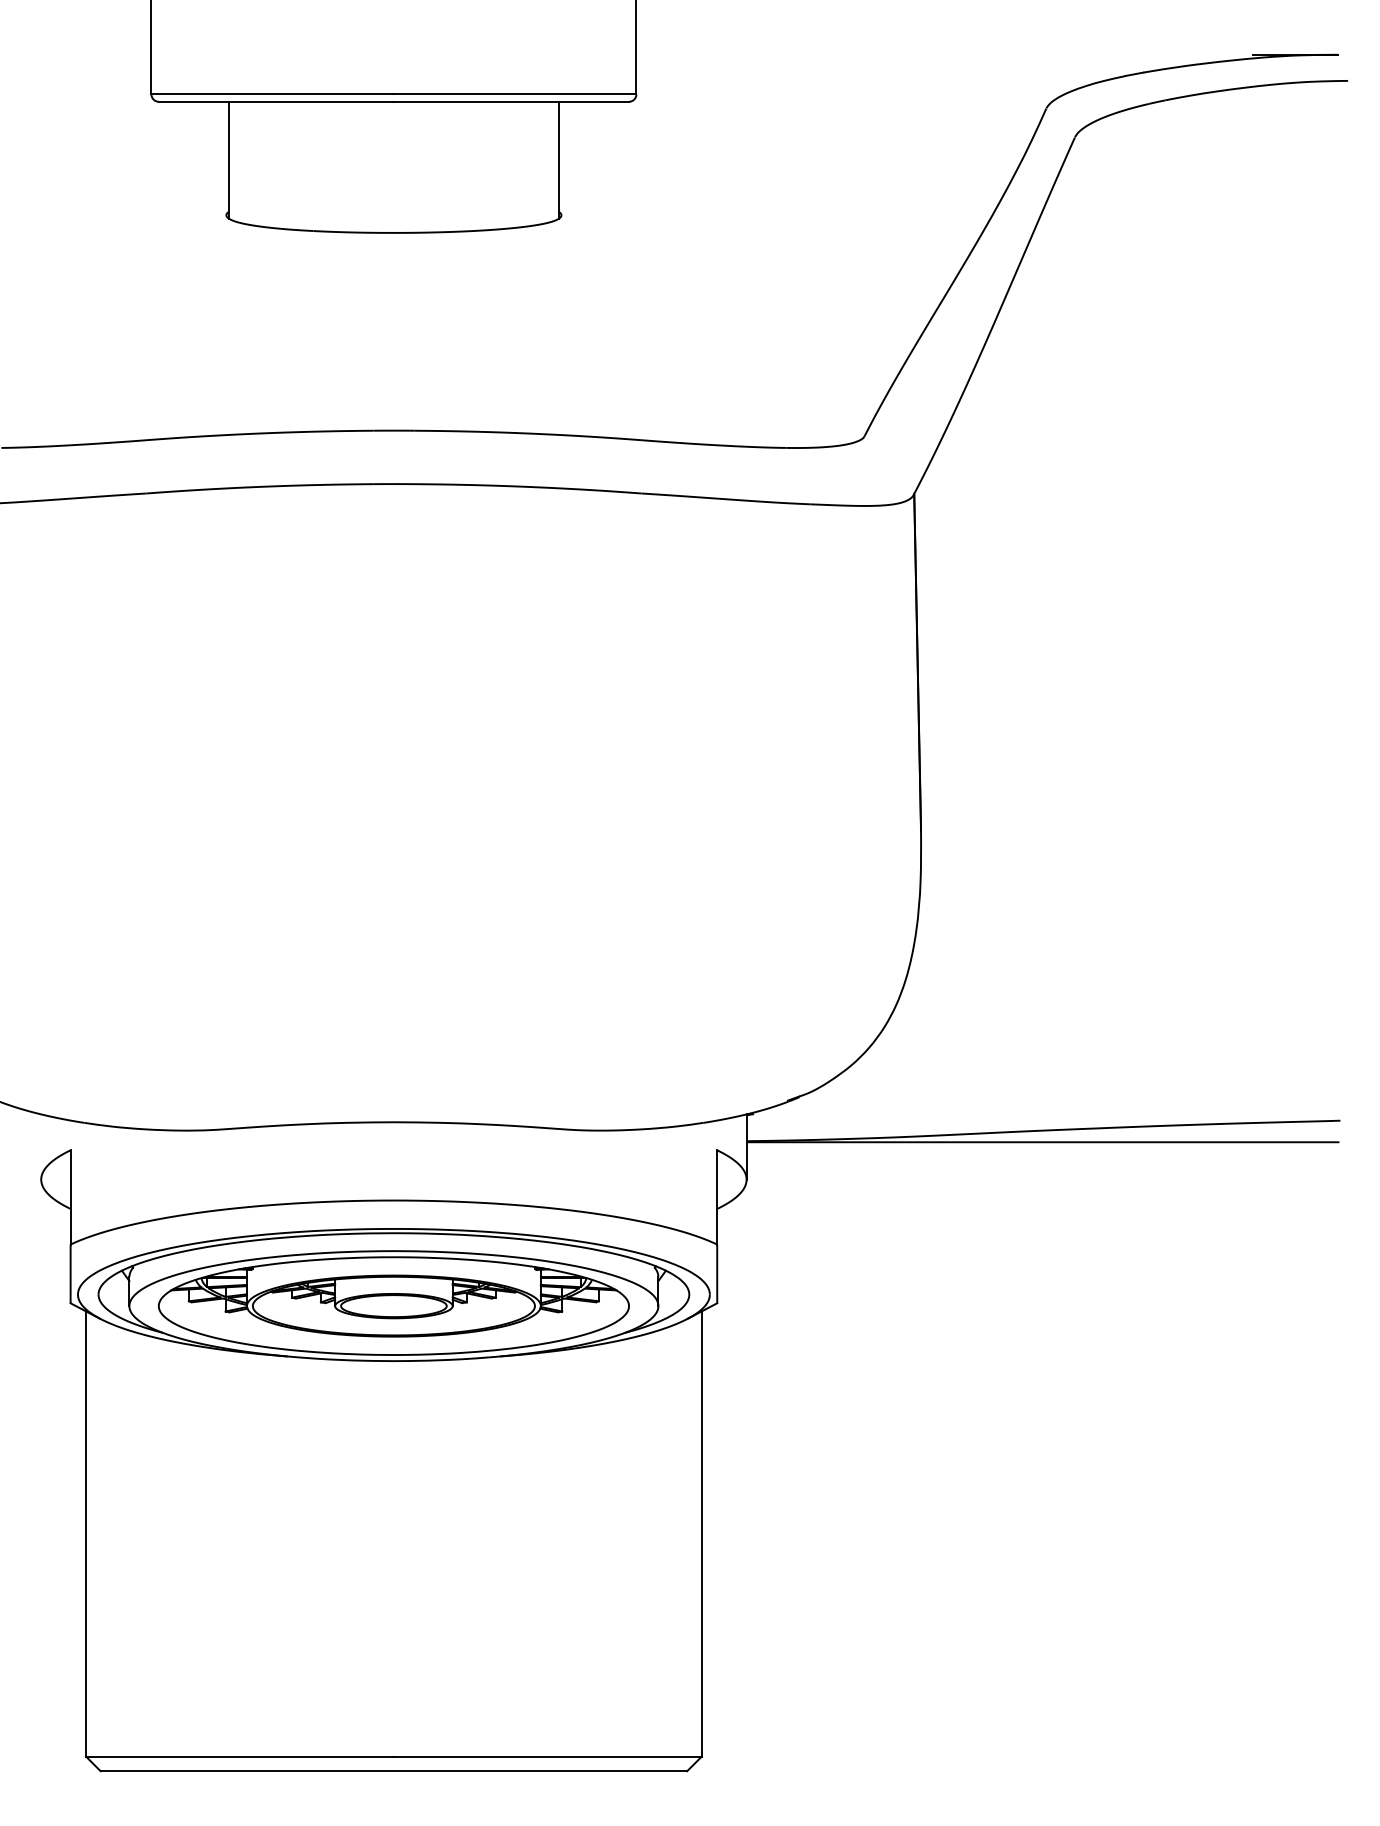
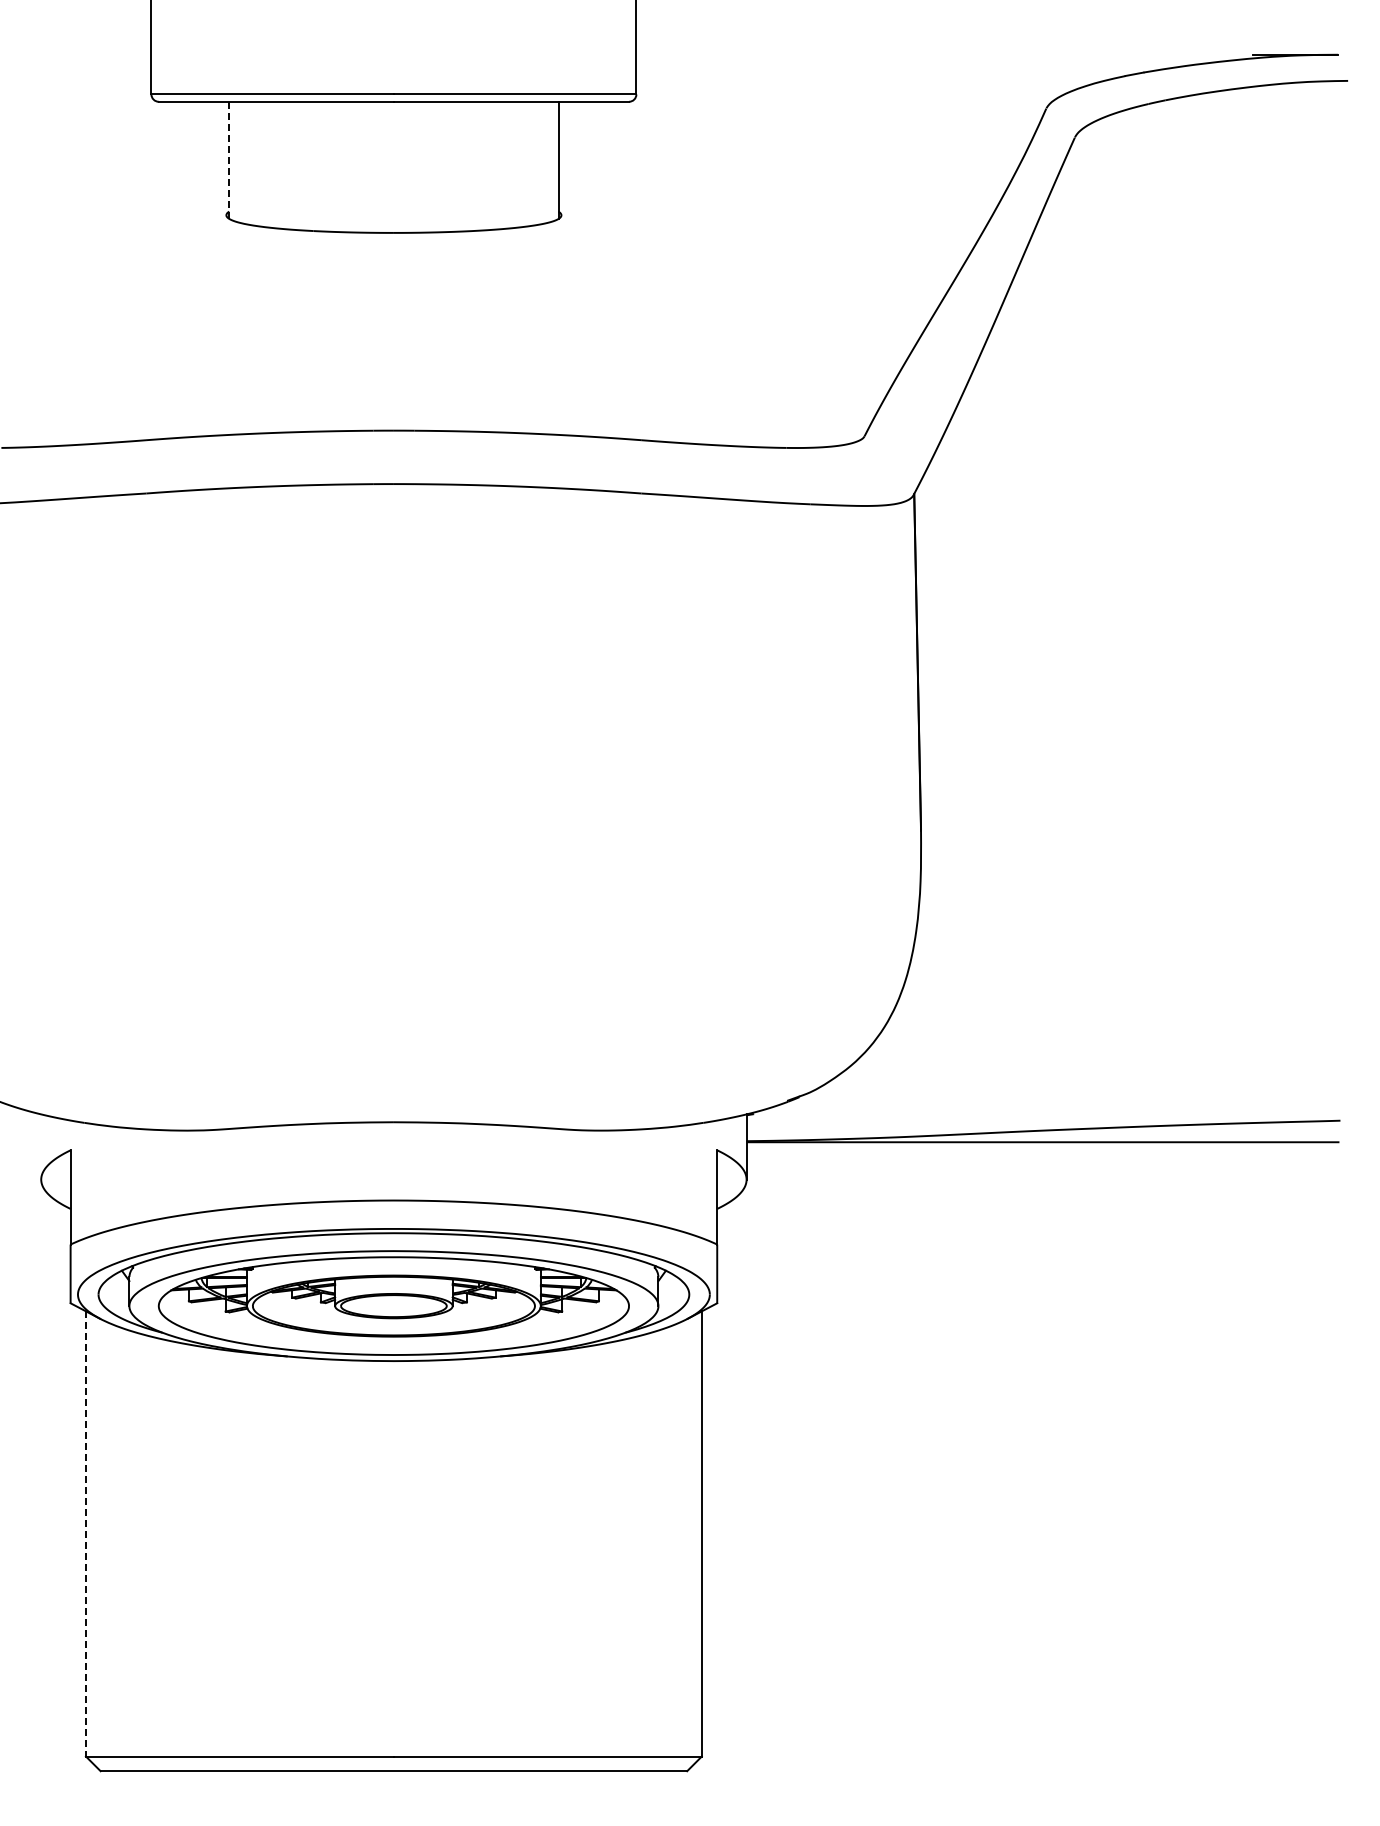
line at (229, 160): solid -> dashed
line at (85, 1533): solid -> dashed
